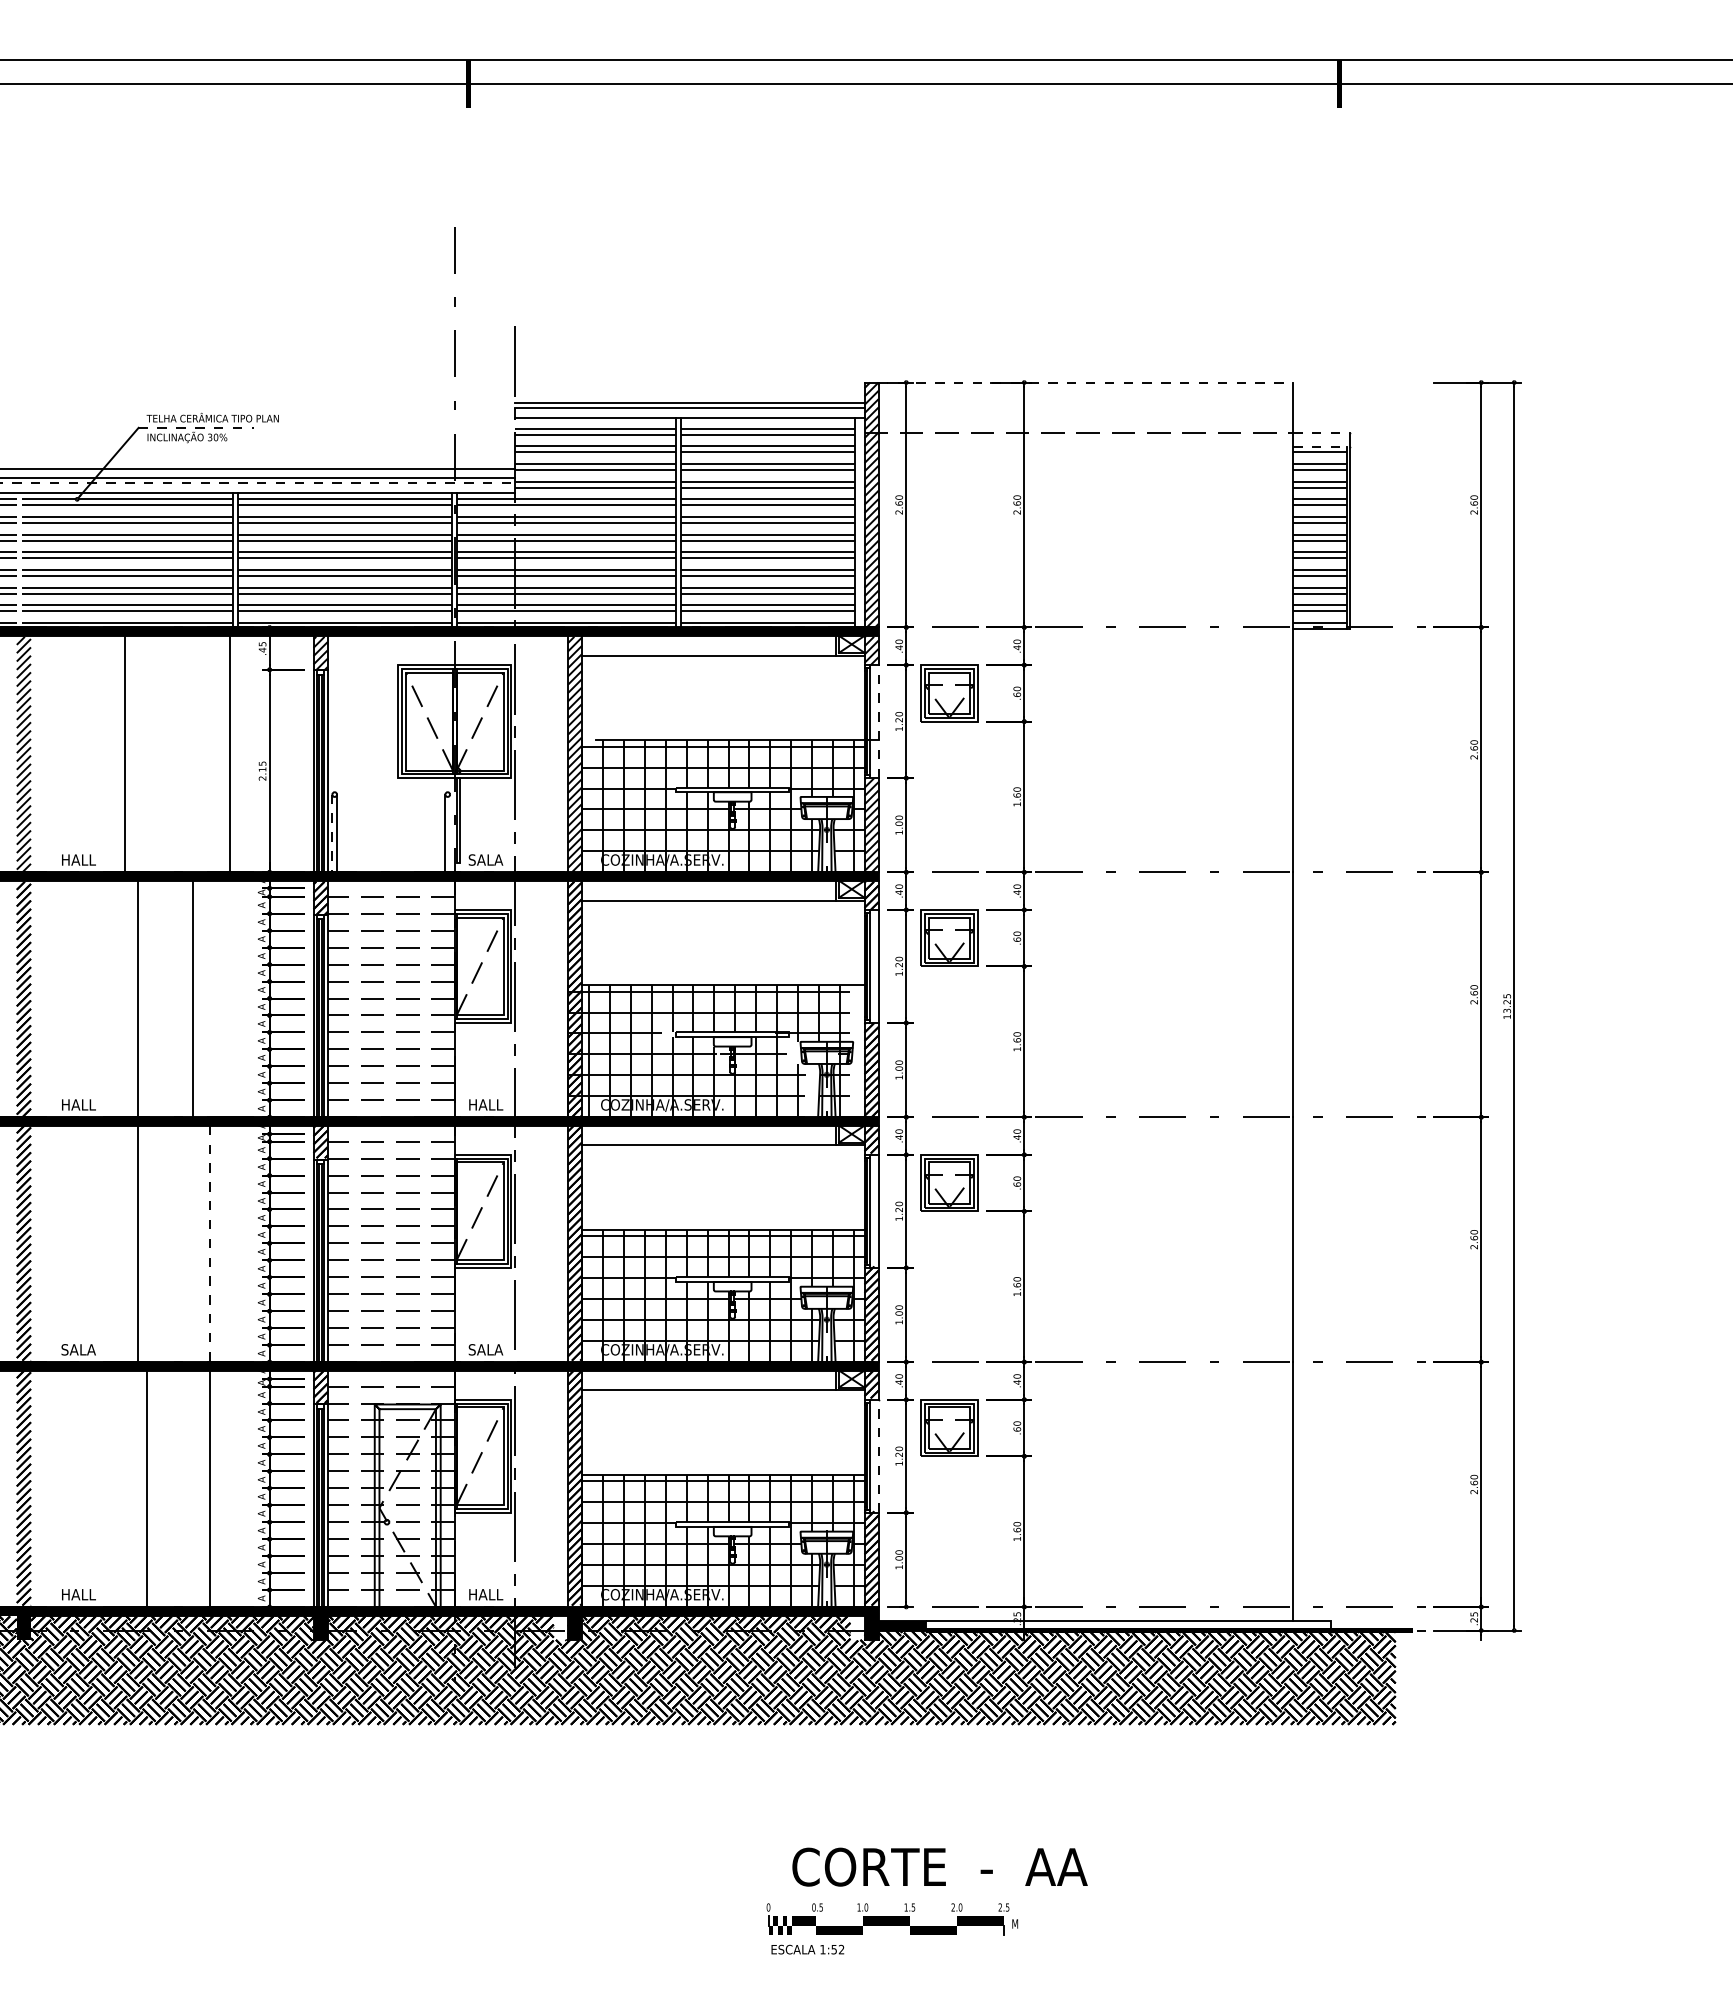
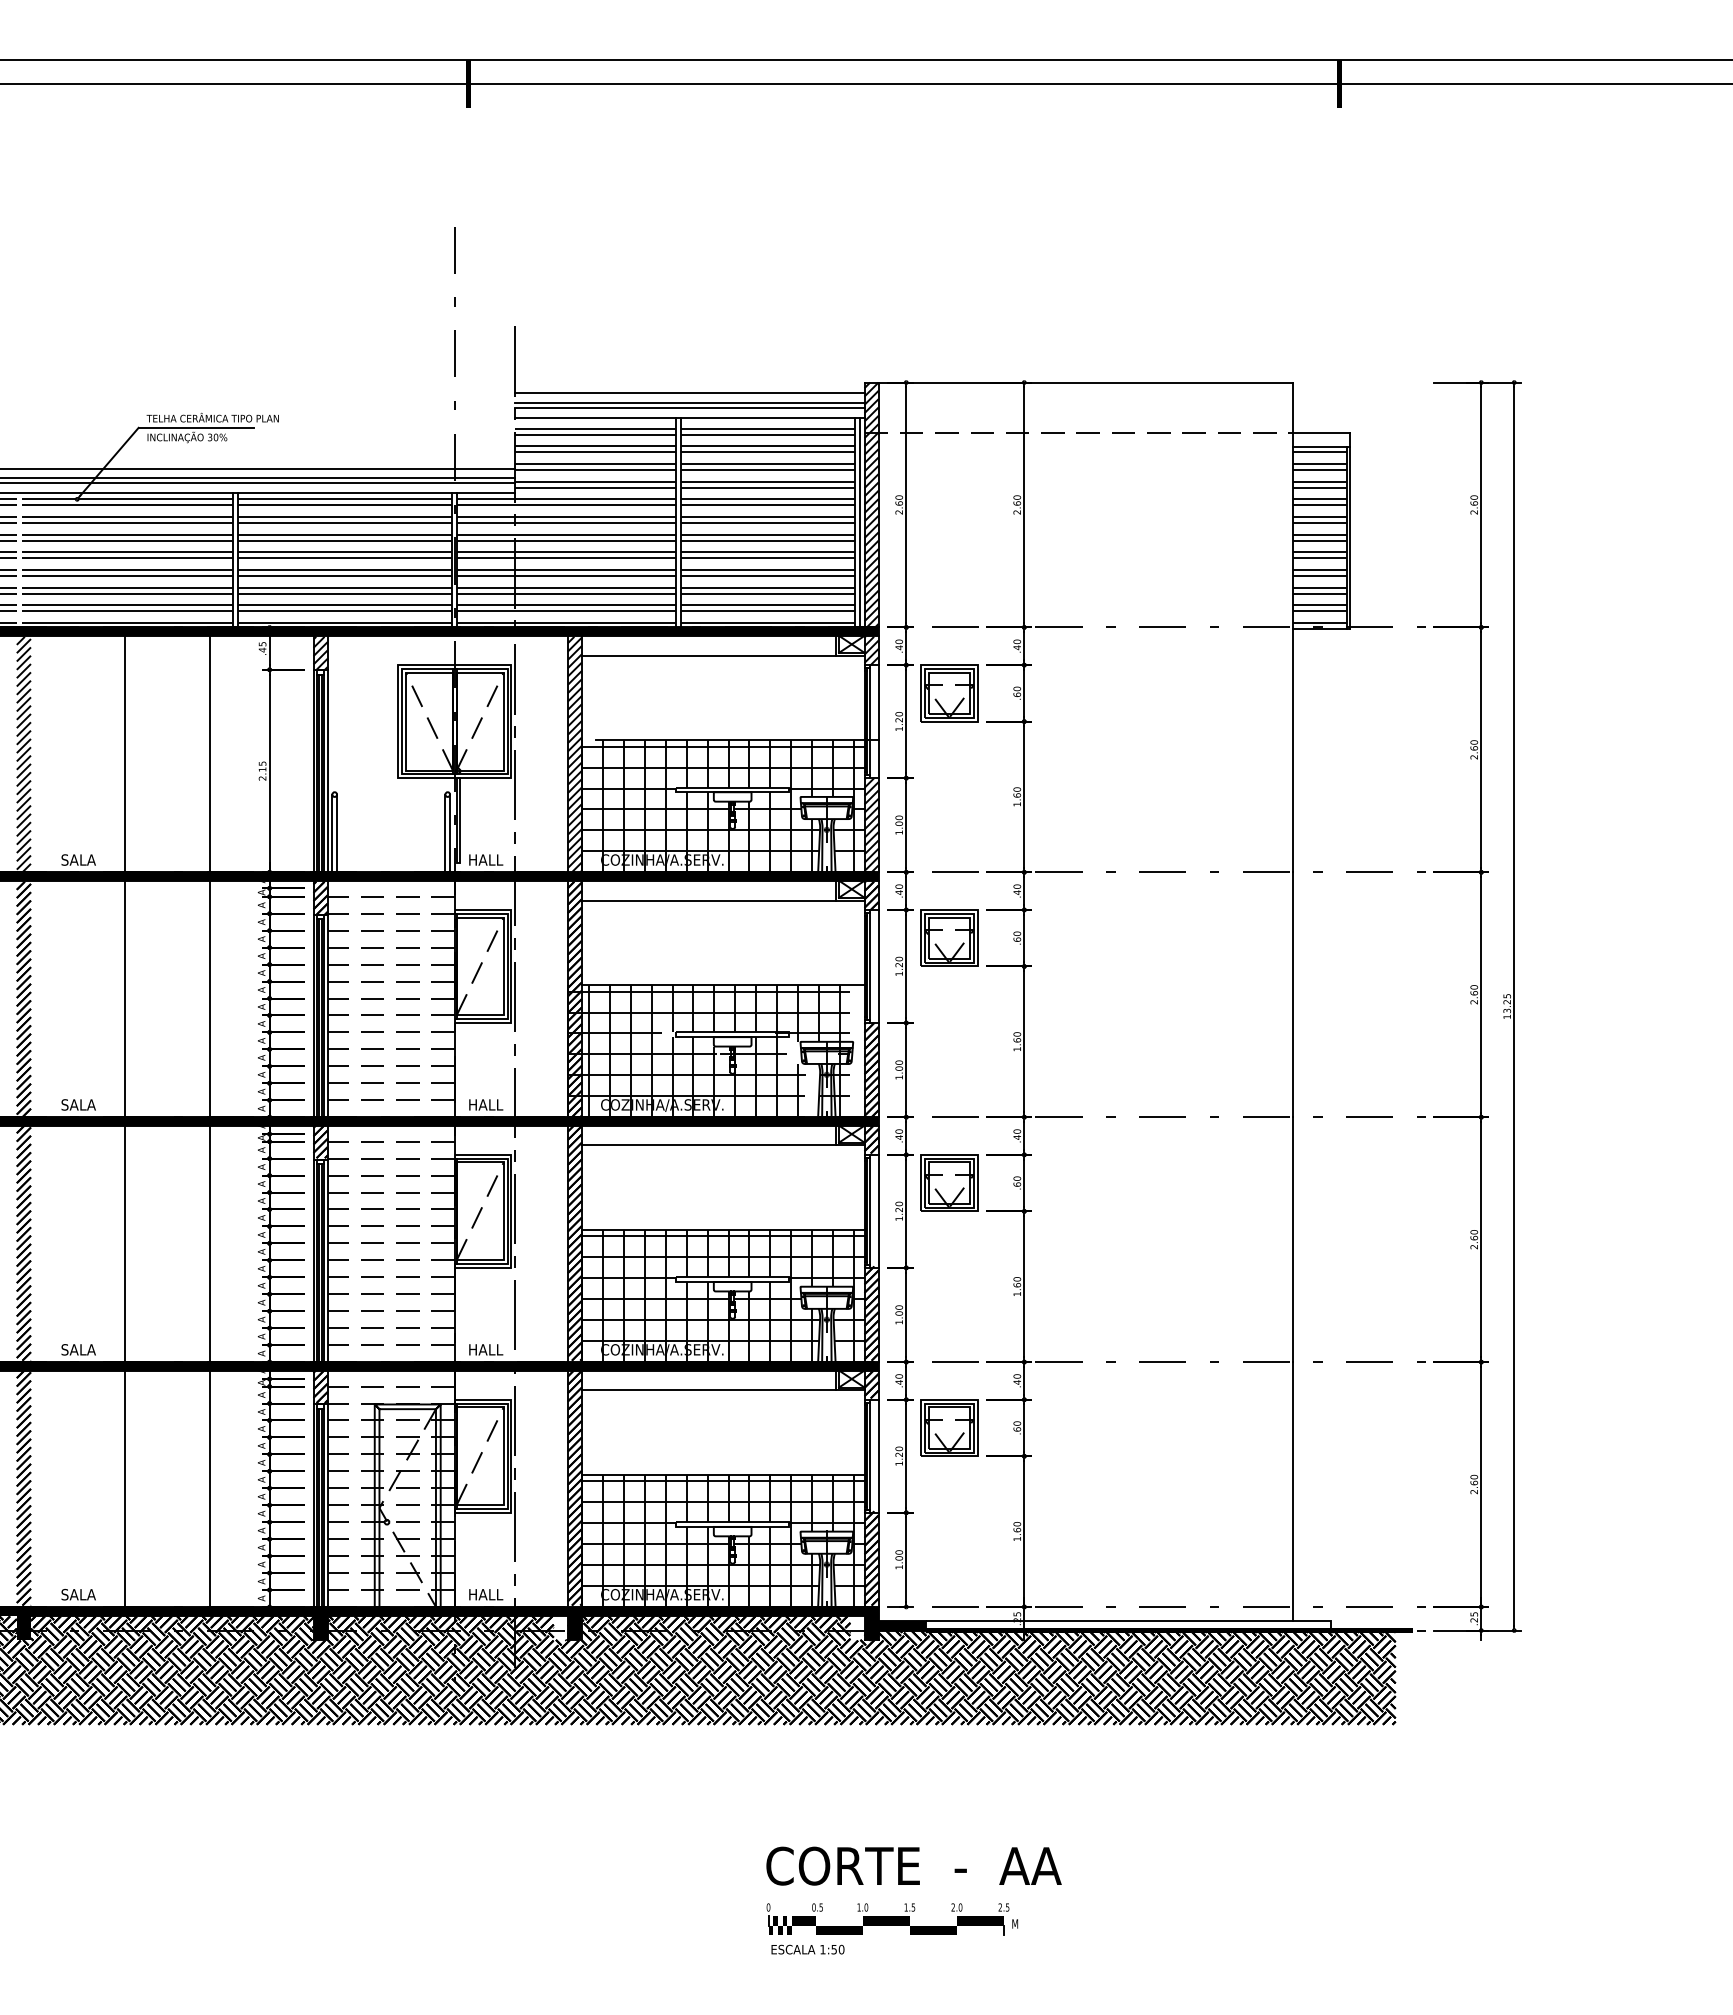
line at (1086, 382): dashed -> solid
line at (689, 393): none -> present
line at (196, 427): dashed -> solid
line at (1321, 433): dashed -> solid
line at (1321, 447): dashed -> solid
line at (257, 483): dashed -> solid
line at (859, 522): none -> present
line at (878, 721): dashed -> solid
line at (229, 753) position: (229, 753) -> (209, 753)
line at (332, 833): dashed -> solid
line at (450, 833): none -> present
text at (78, 859): HALL -> SALA
text at (485, 859): SALA -> HALL
line at (138, 998) position: (138, 998) -> (125, 998)
line at (192, 998) position: (192, 998) -> (209, 998)
text at (78, 1104): HALL -> SALA
line at (138, 1243) position: (138, 1243) -> (125, 1243)
line at (209, 1244): dashed -> solid
text at (485, 1349): SALA -> HALL
line at (878, 1456): dashed -> solid
line at (147, 1488) position: (147, 1488) -> (125, 1488)
text at (78, 1594): HALL -> SALA
text at (939, 1866) position: (939, 1866) -> (913, 1865)
text at (841, 1949): 1:52 -> 1:50
